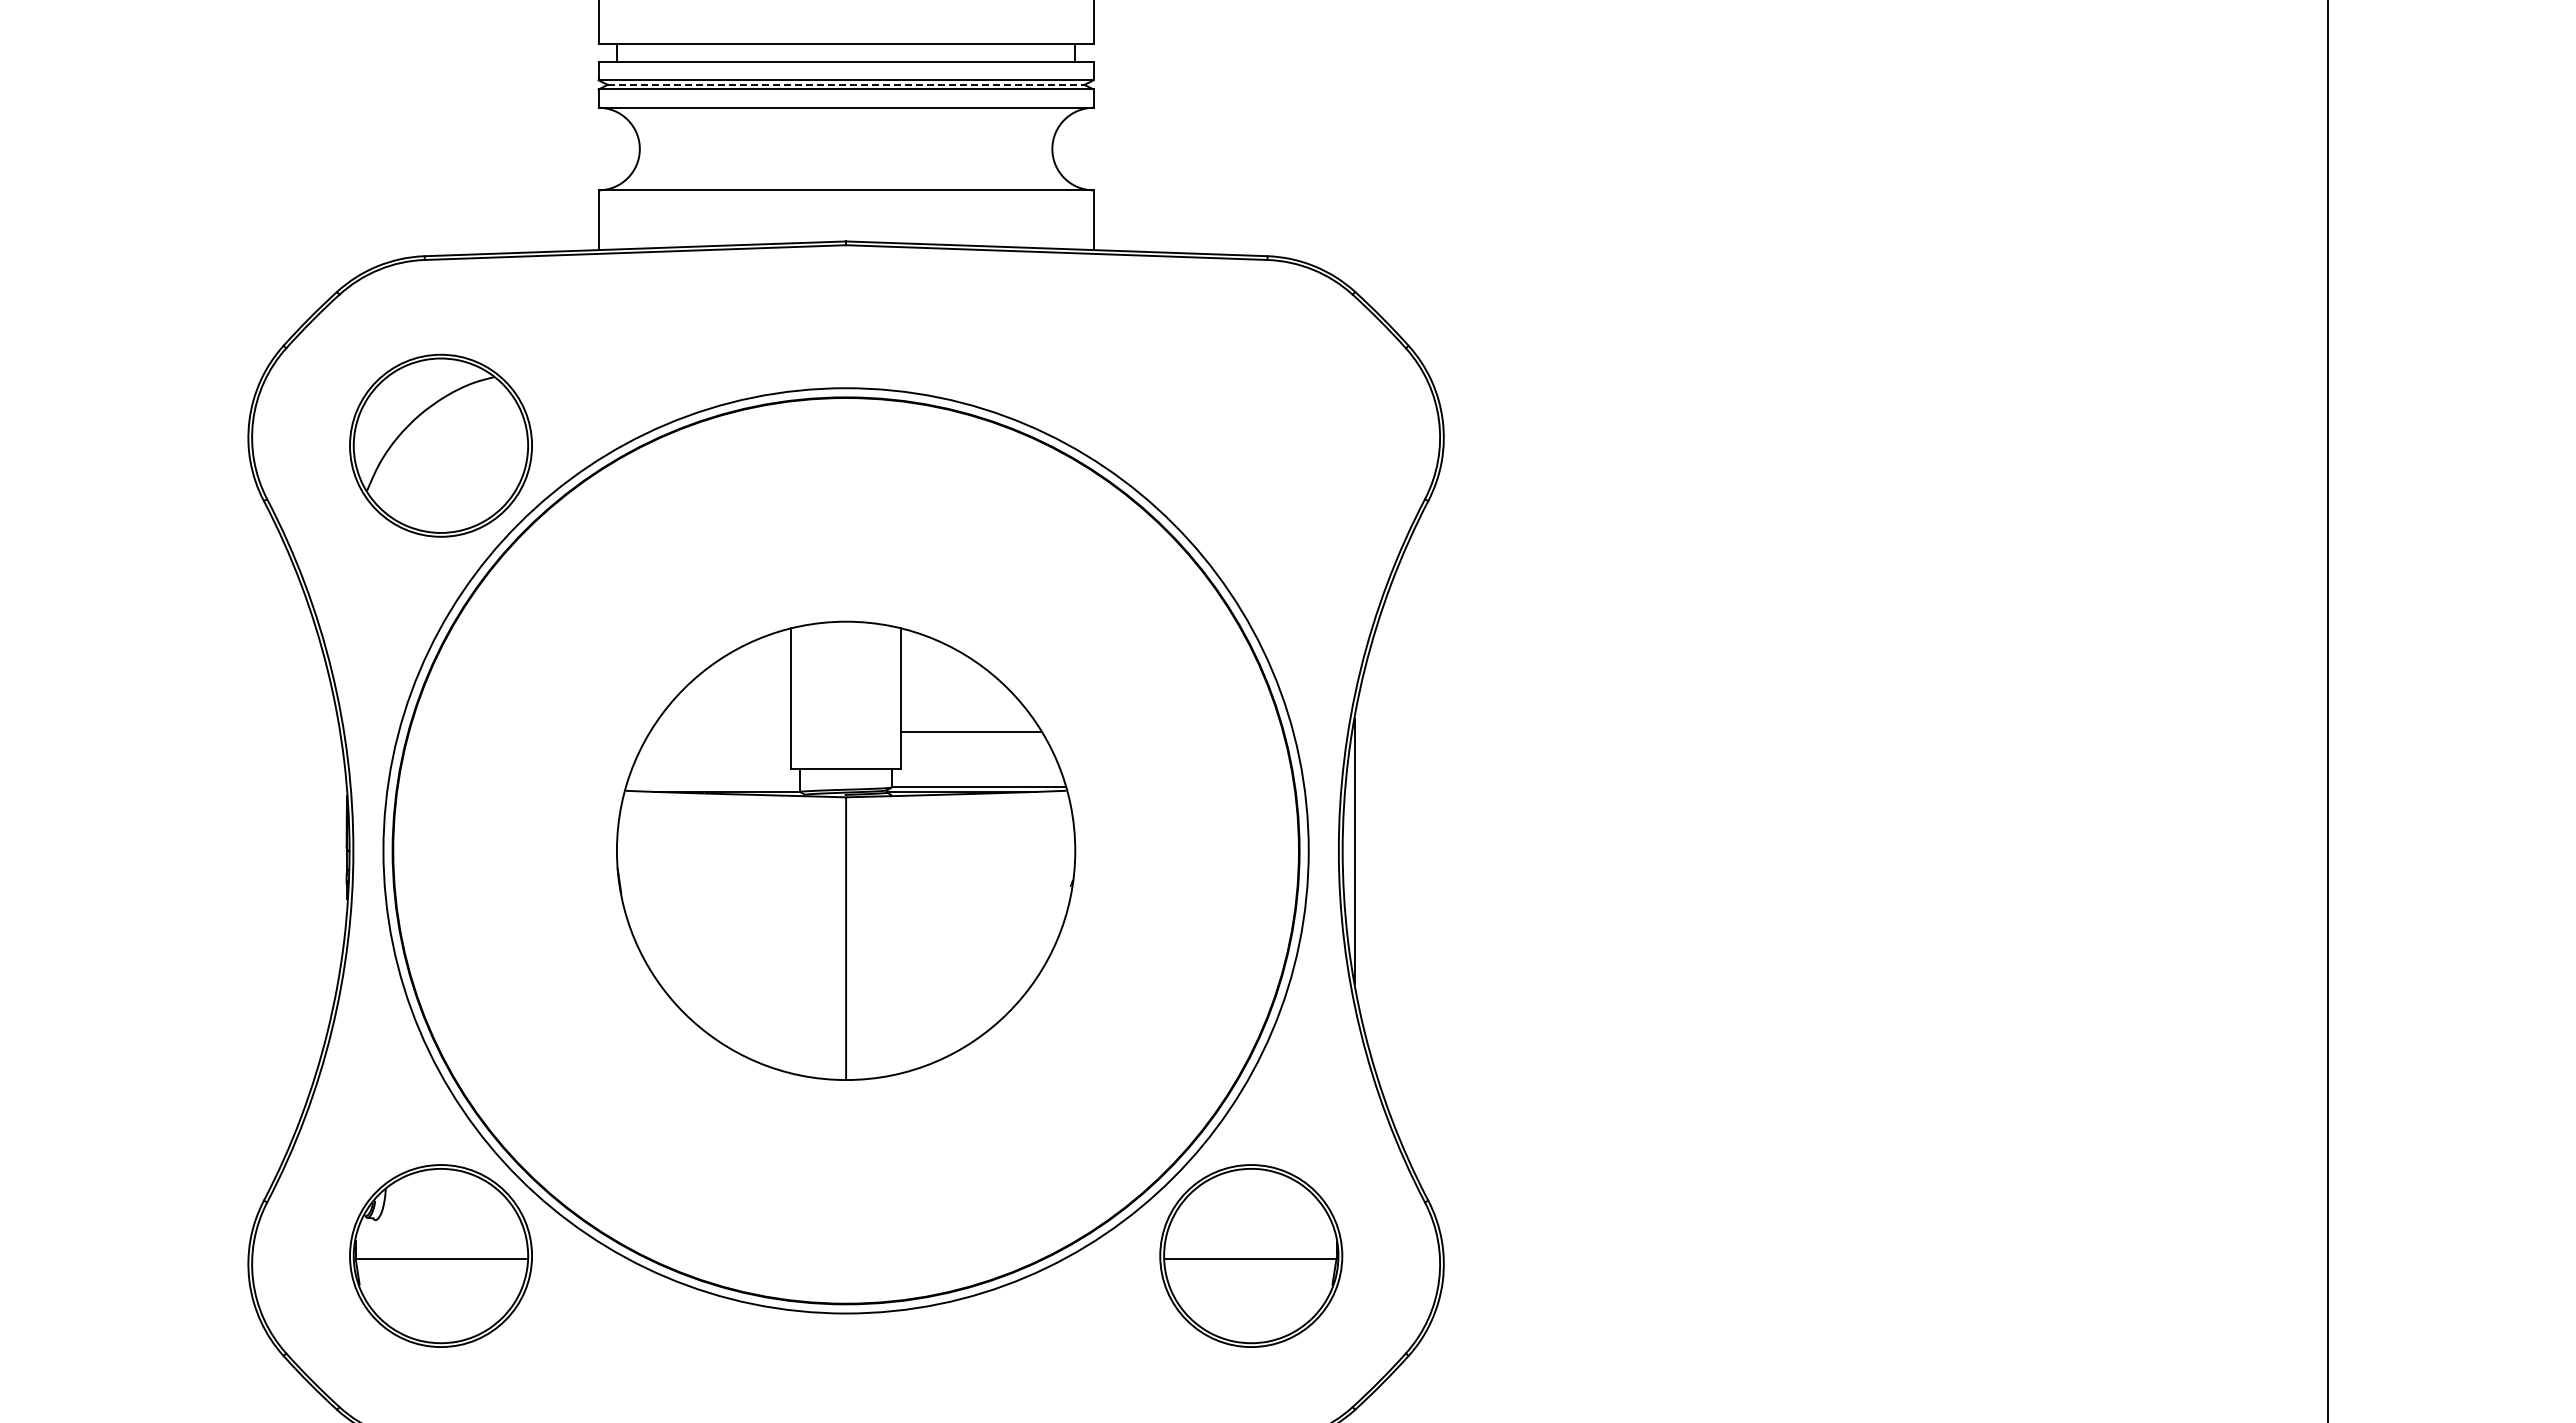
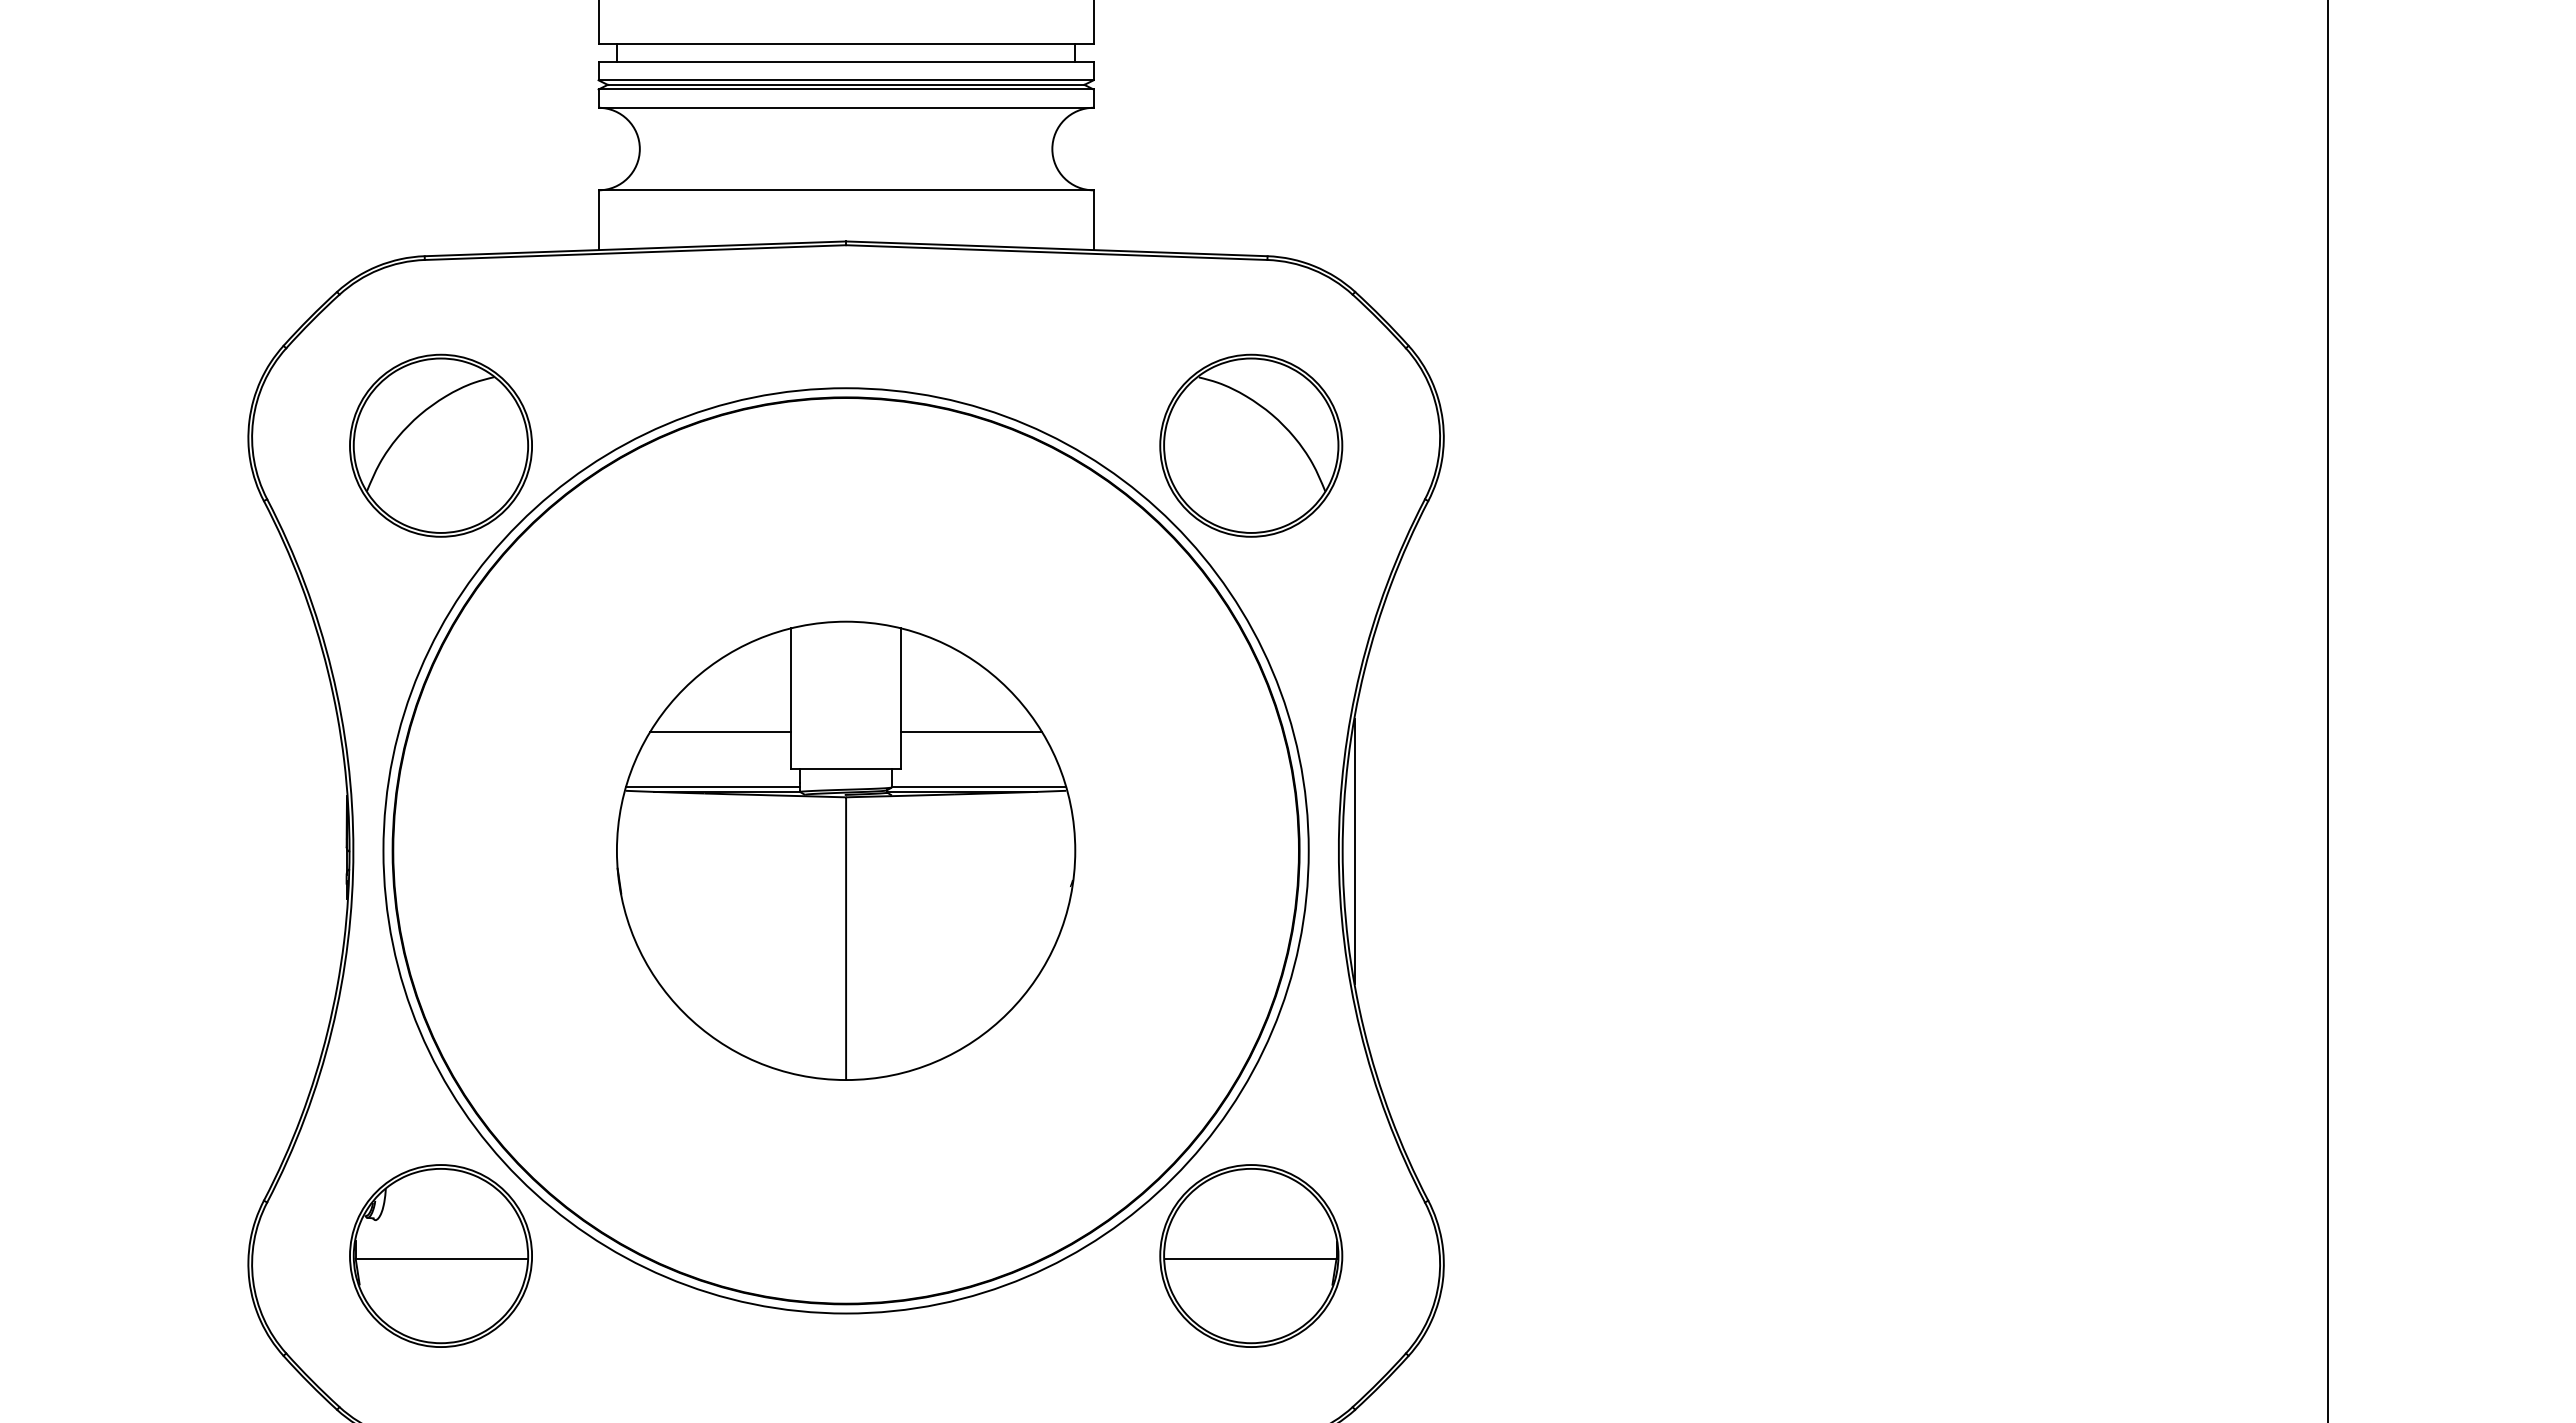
line at (846, 84): dashed -> solid
part at (1251, 445): none -> present
line at (720, 732): none -> present
line at (712, 787): none -> present
